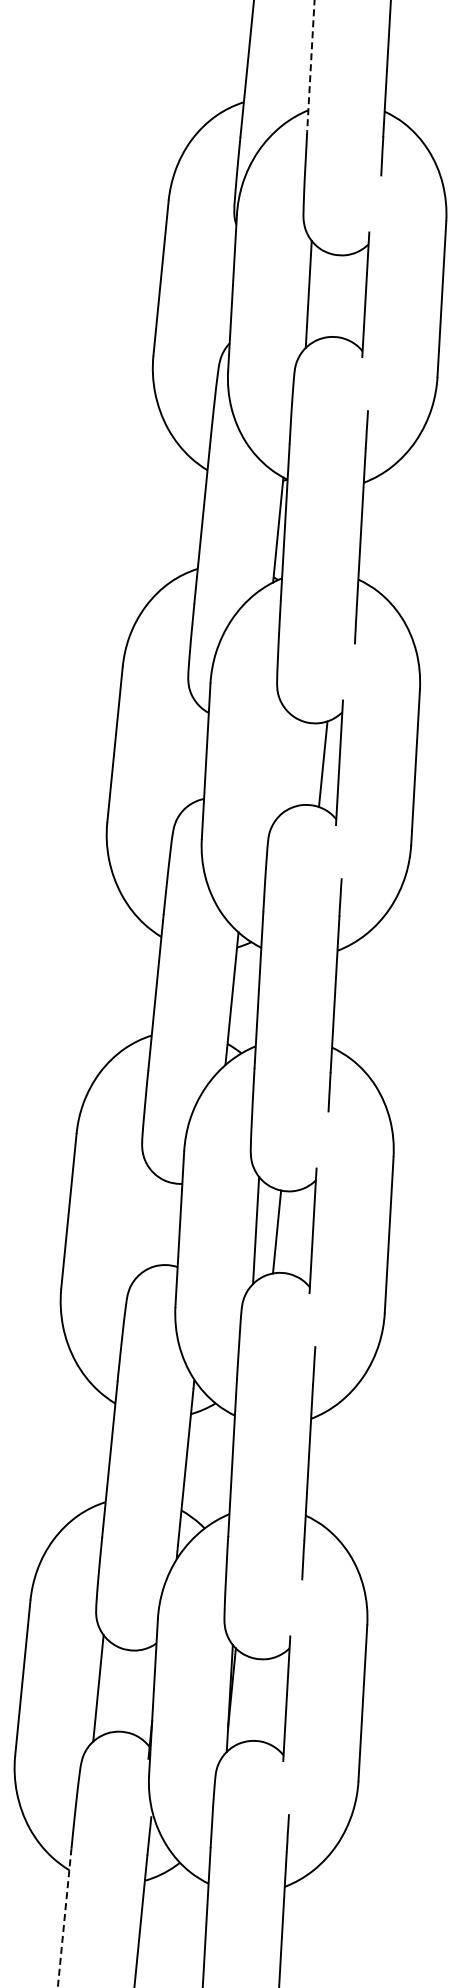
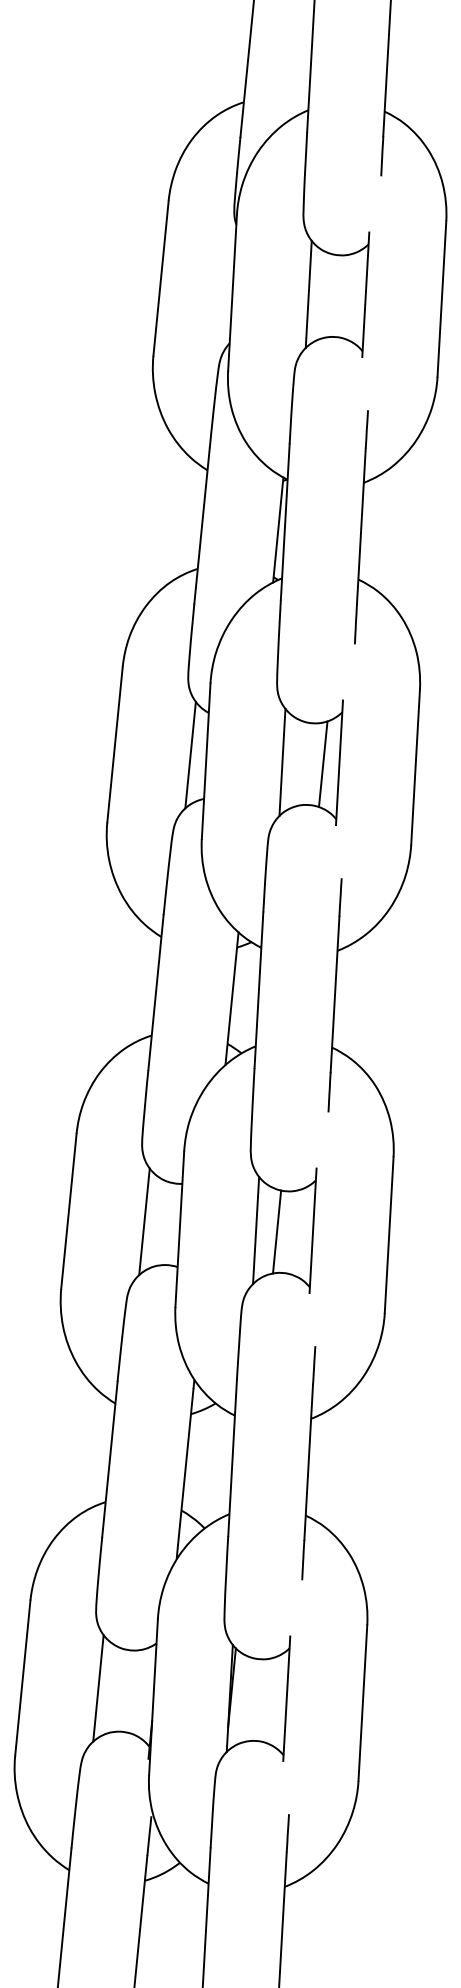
line at (310, 66): dashed -> solid
line at (190, 754): none -> present
line at (282, 762): none -> present
line at (144, 1221): none -> present
line at (64, 1917): dashed -> solid
